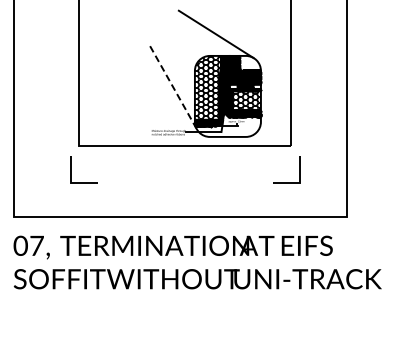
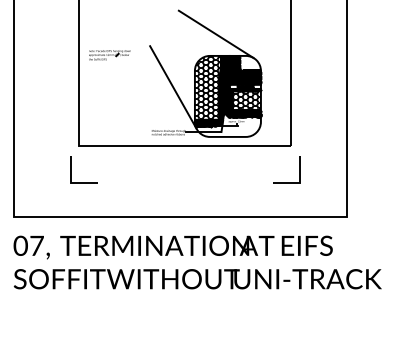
part at (109, 55): none -> present
line at (173, 87): dashed -> solid
